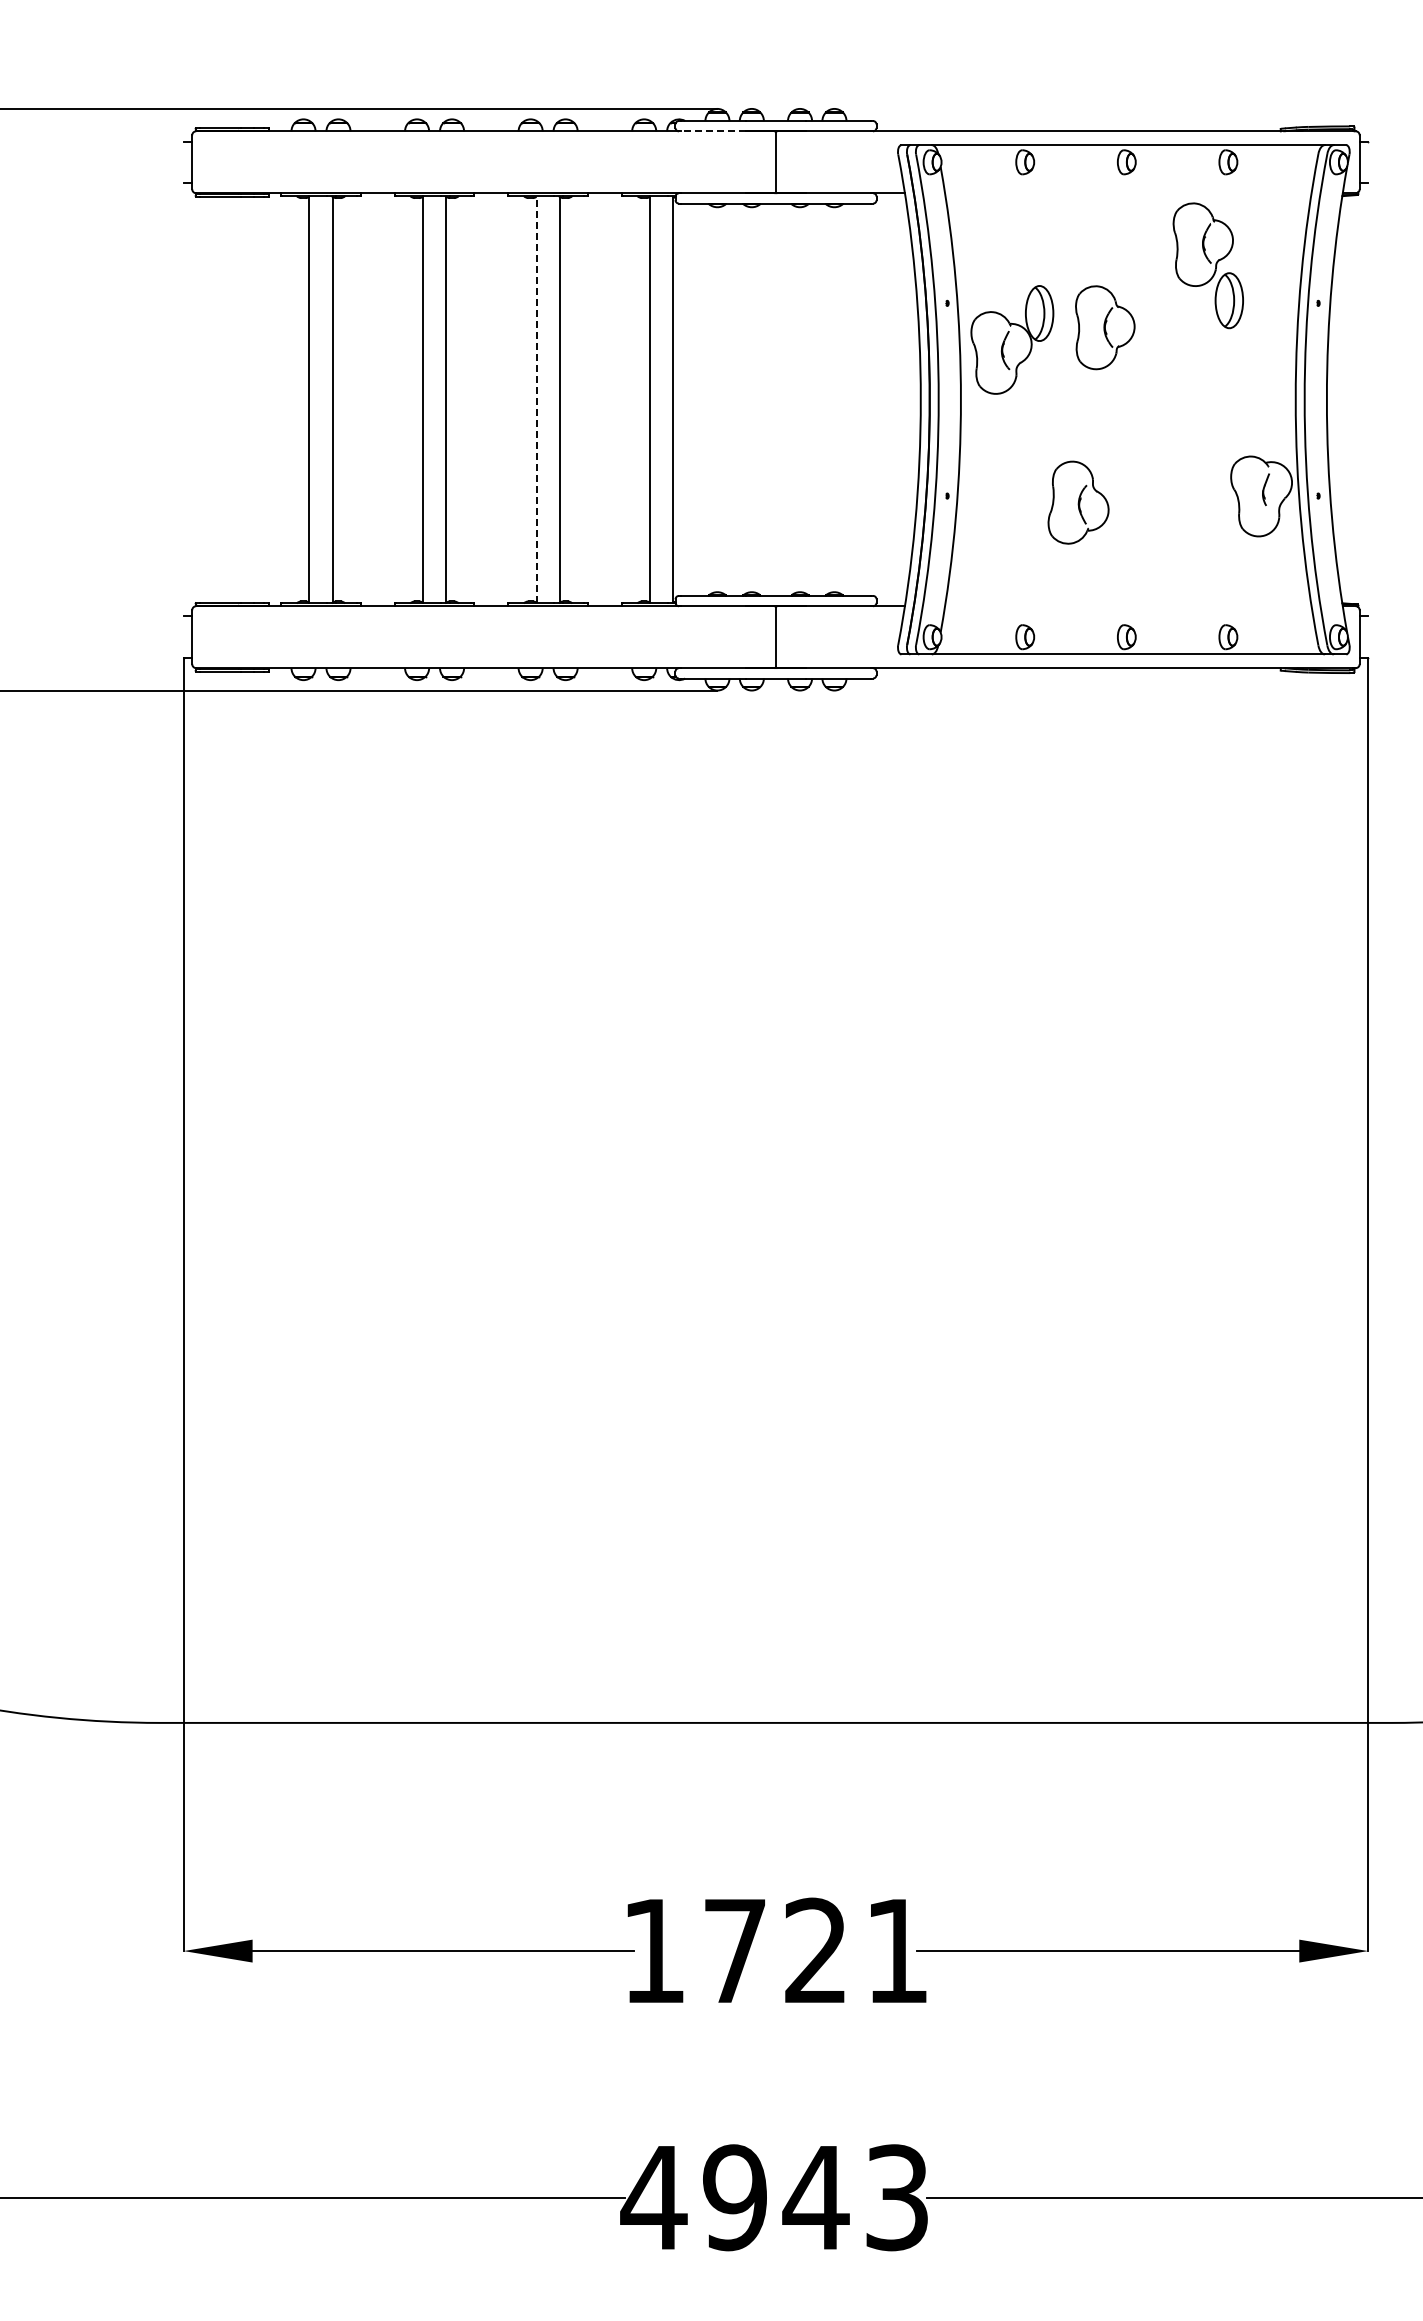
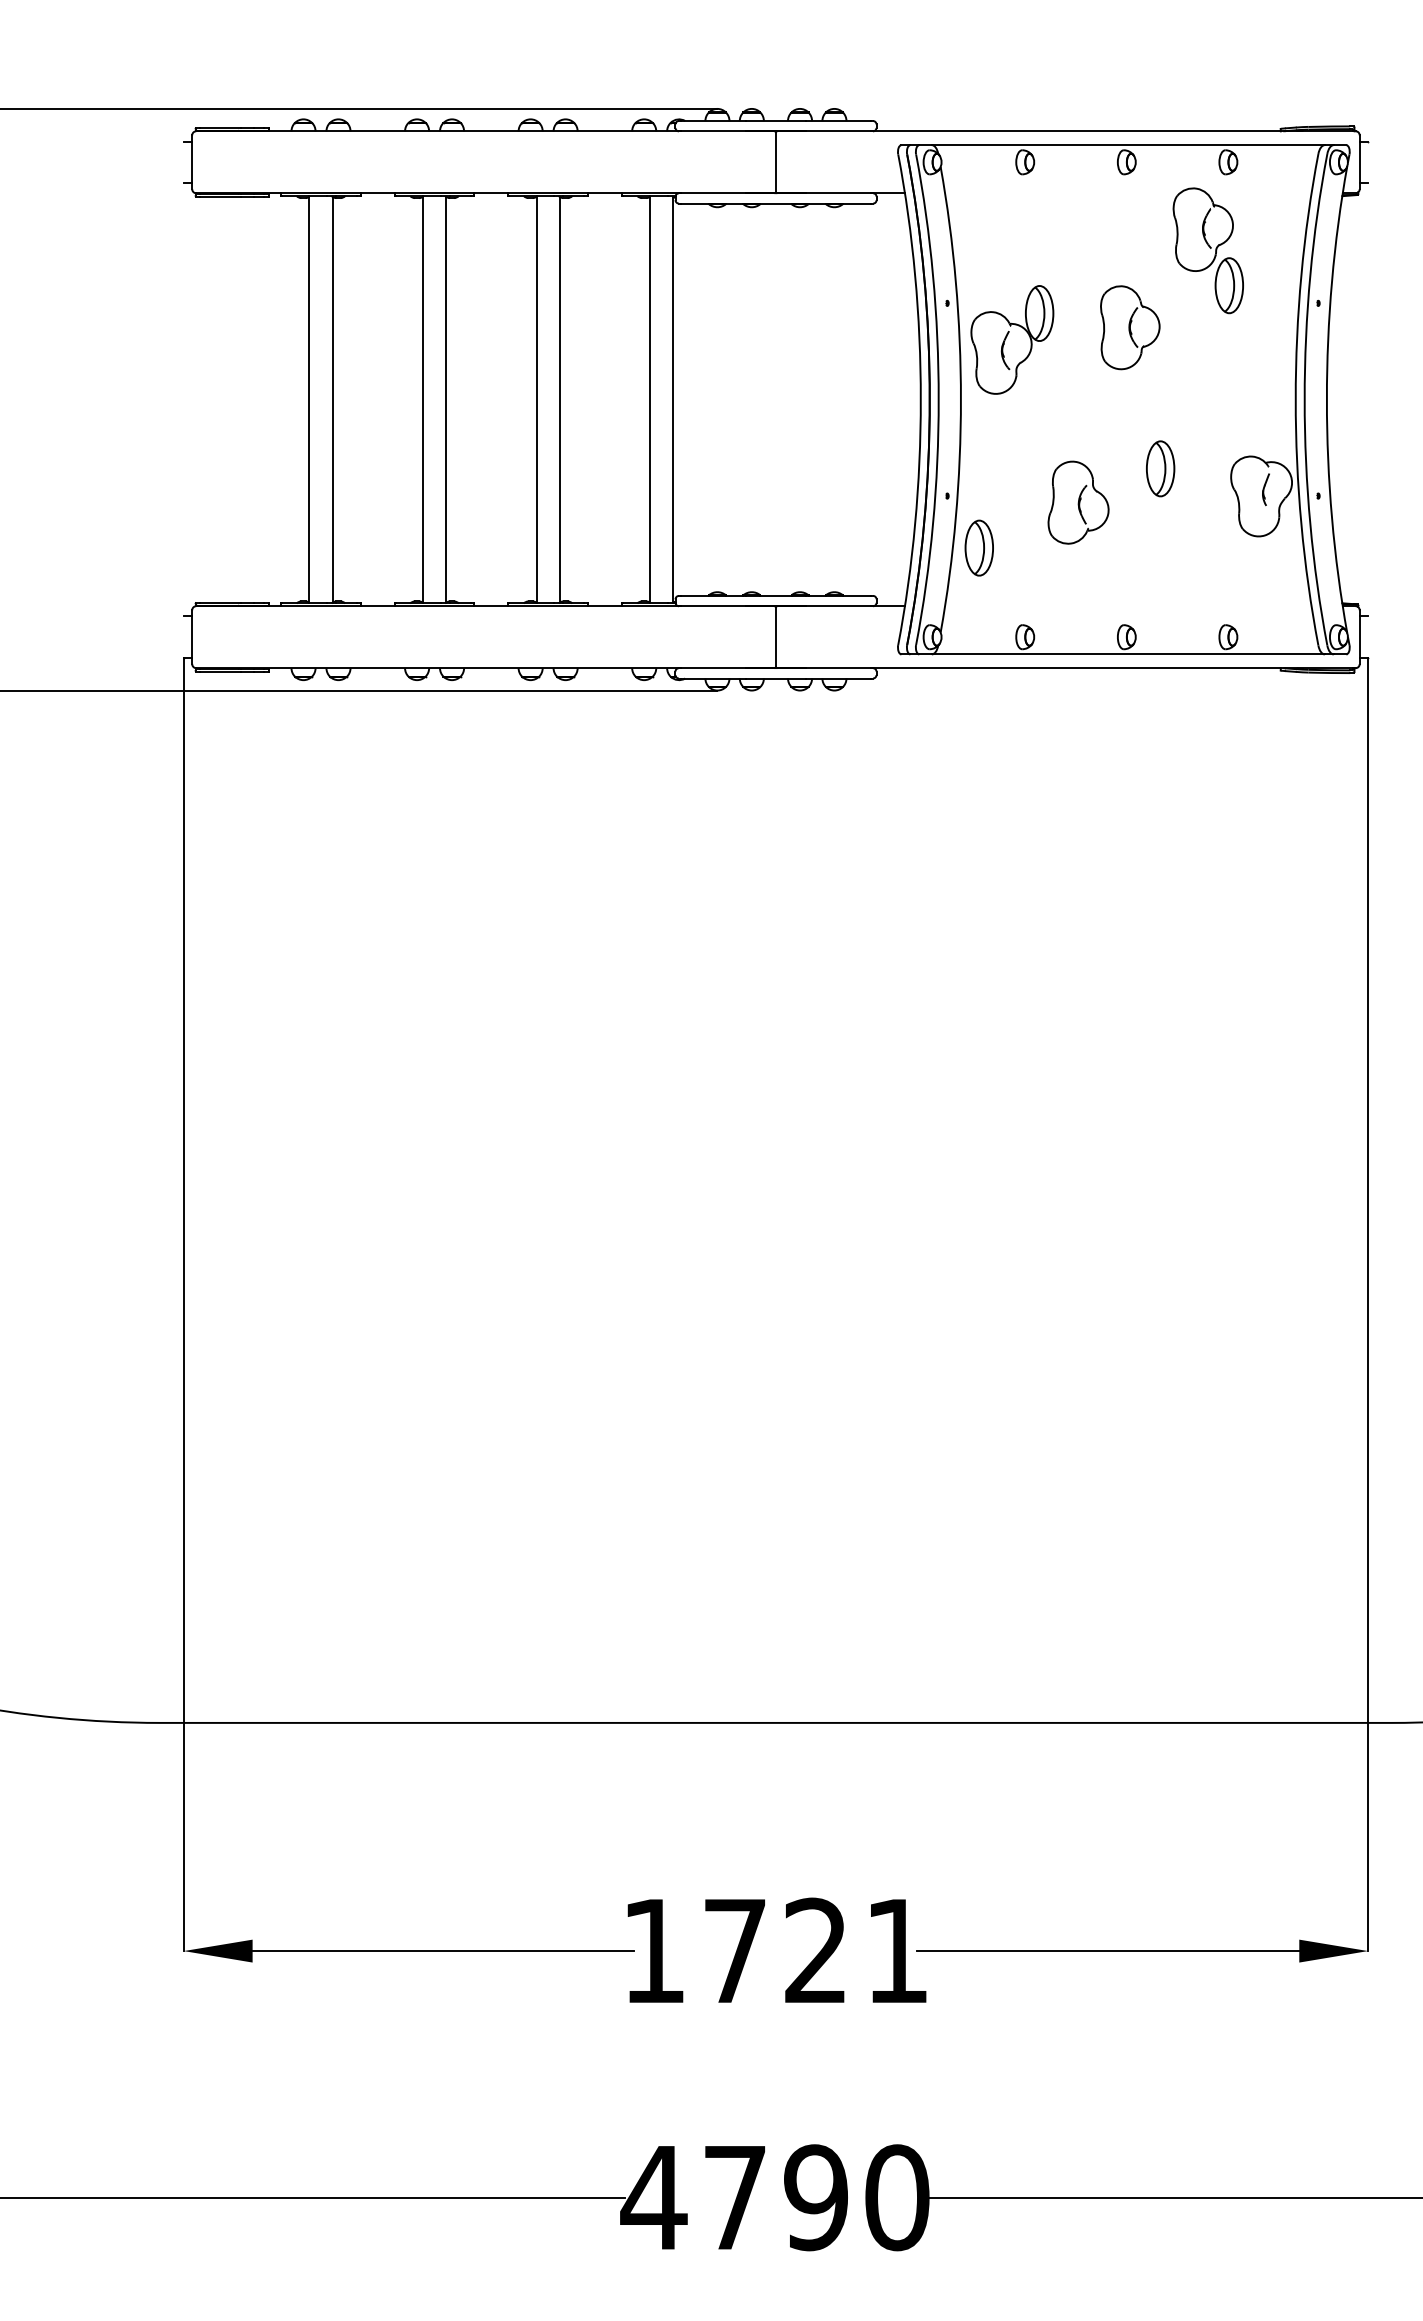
line at (713, 131): dashed -> solid
part at (1207, 265) position: (1207, 265) -> (1207, 250)
part at (1105, 327) position: (1105, 327) -> (1130, 327)
line at (536, 399): dashed -> solid
part at (1160, 468): none -> present
part at (978, 547): none -> present
text at (816, 2197): 4943 -> 4790
